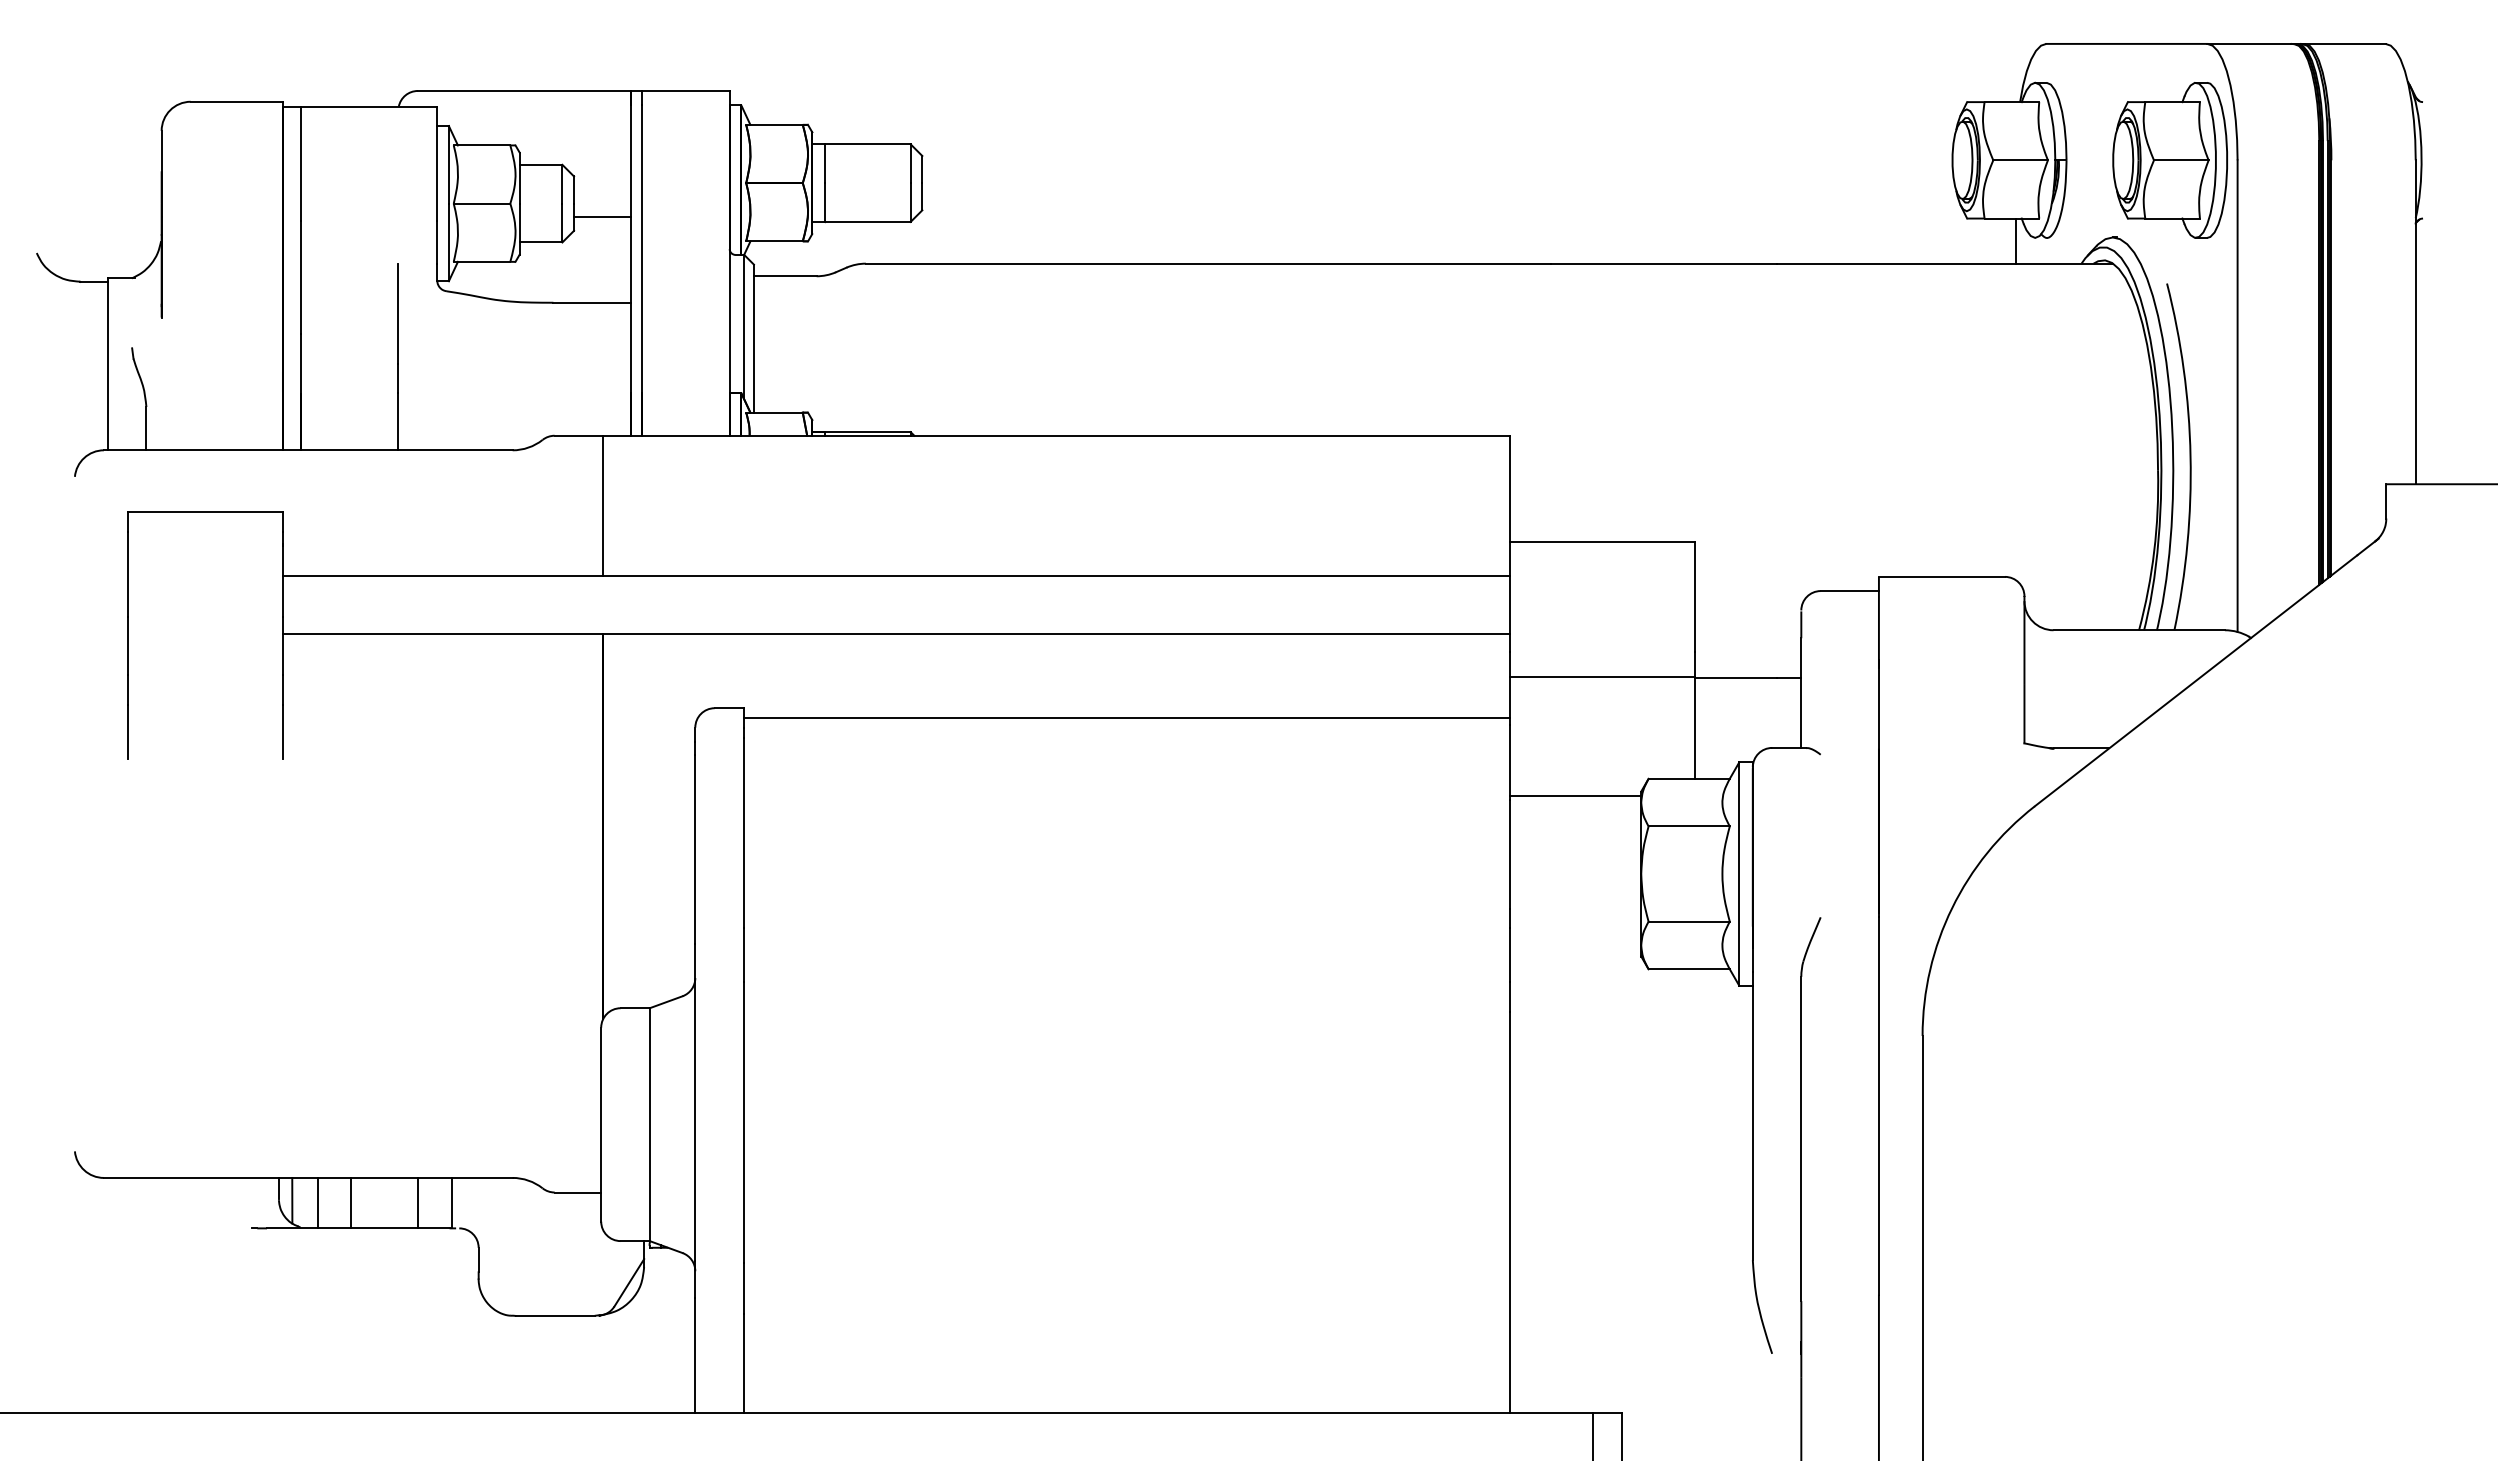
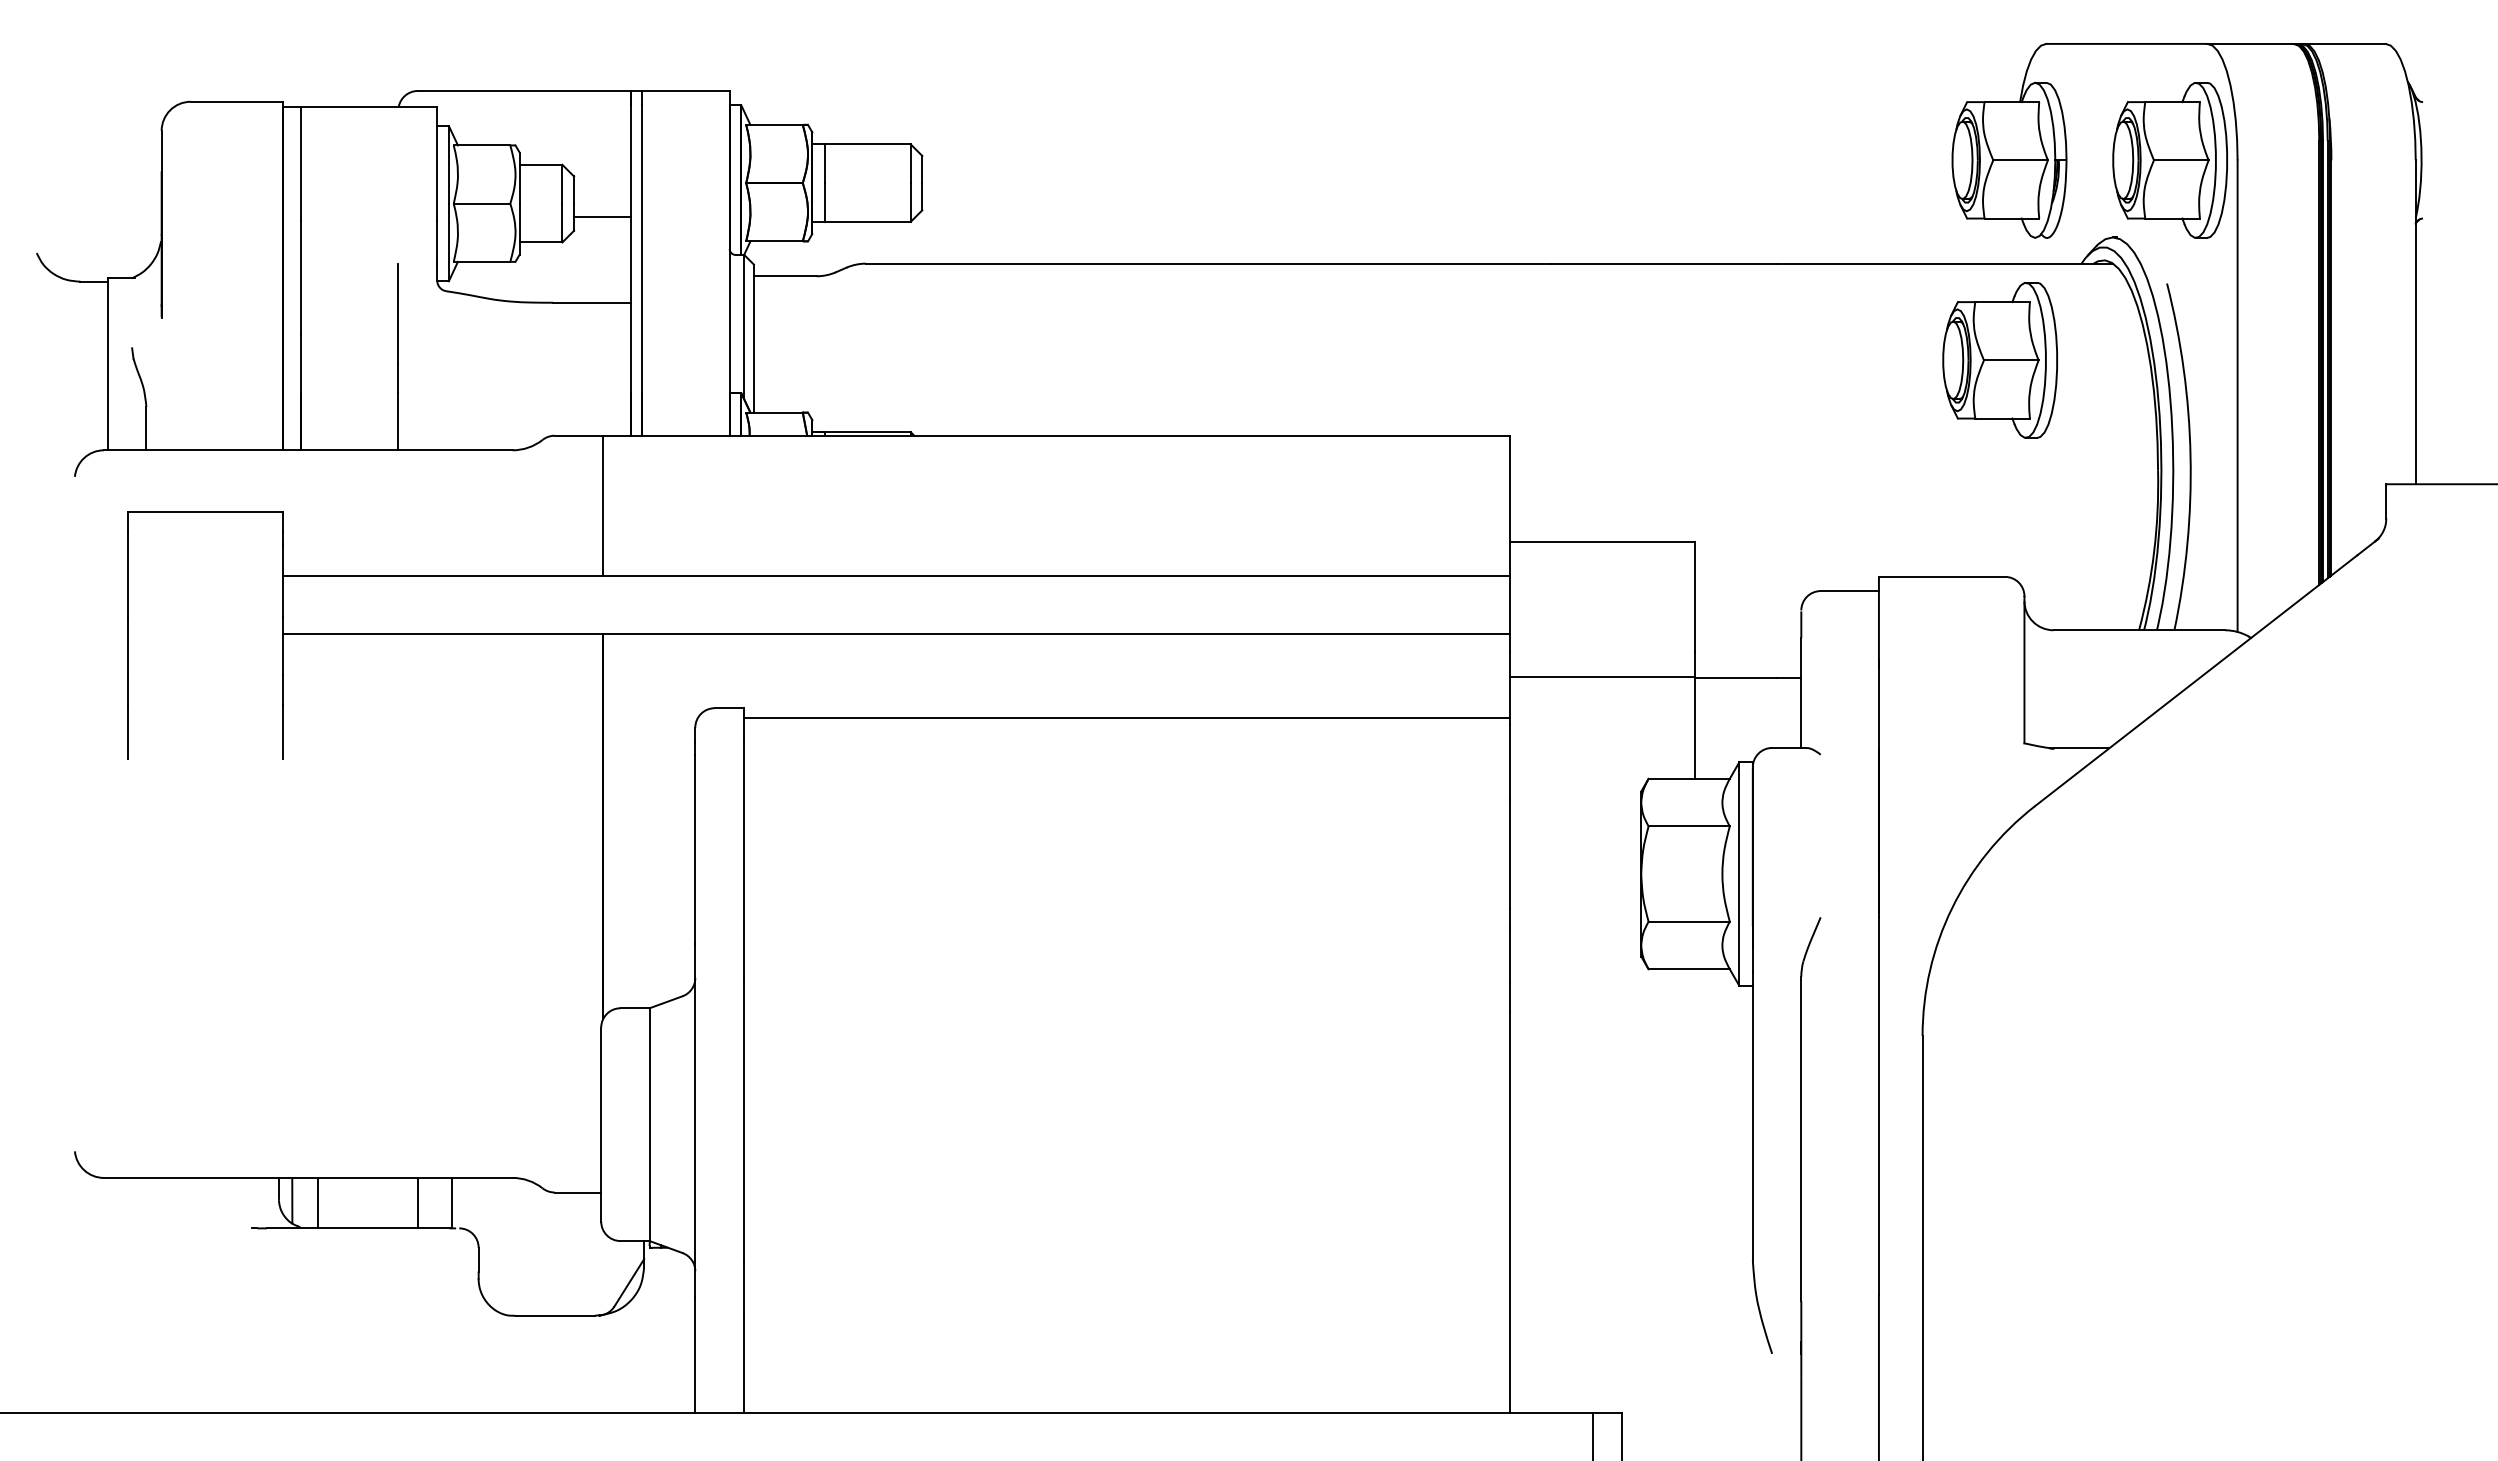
line at (2016, 240): present -> none
part at (1999, 360): none -> present
line at (1575, 796): present -> none
line at (351, 1202): present -> none
